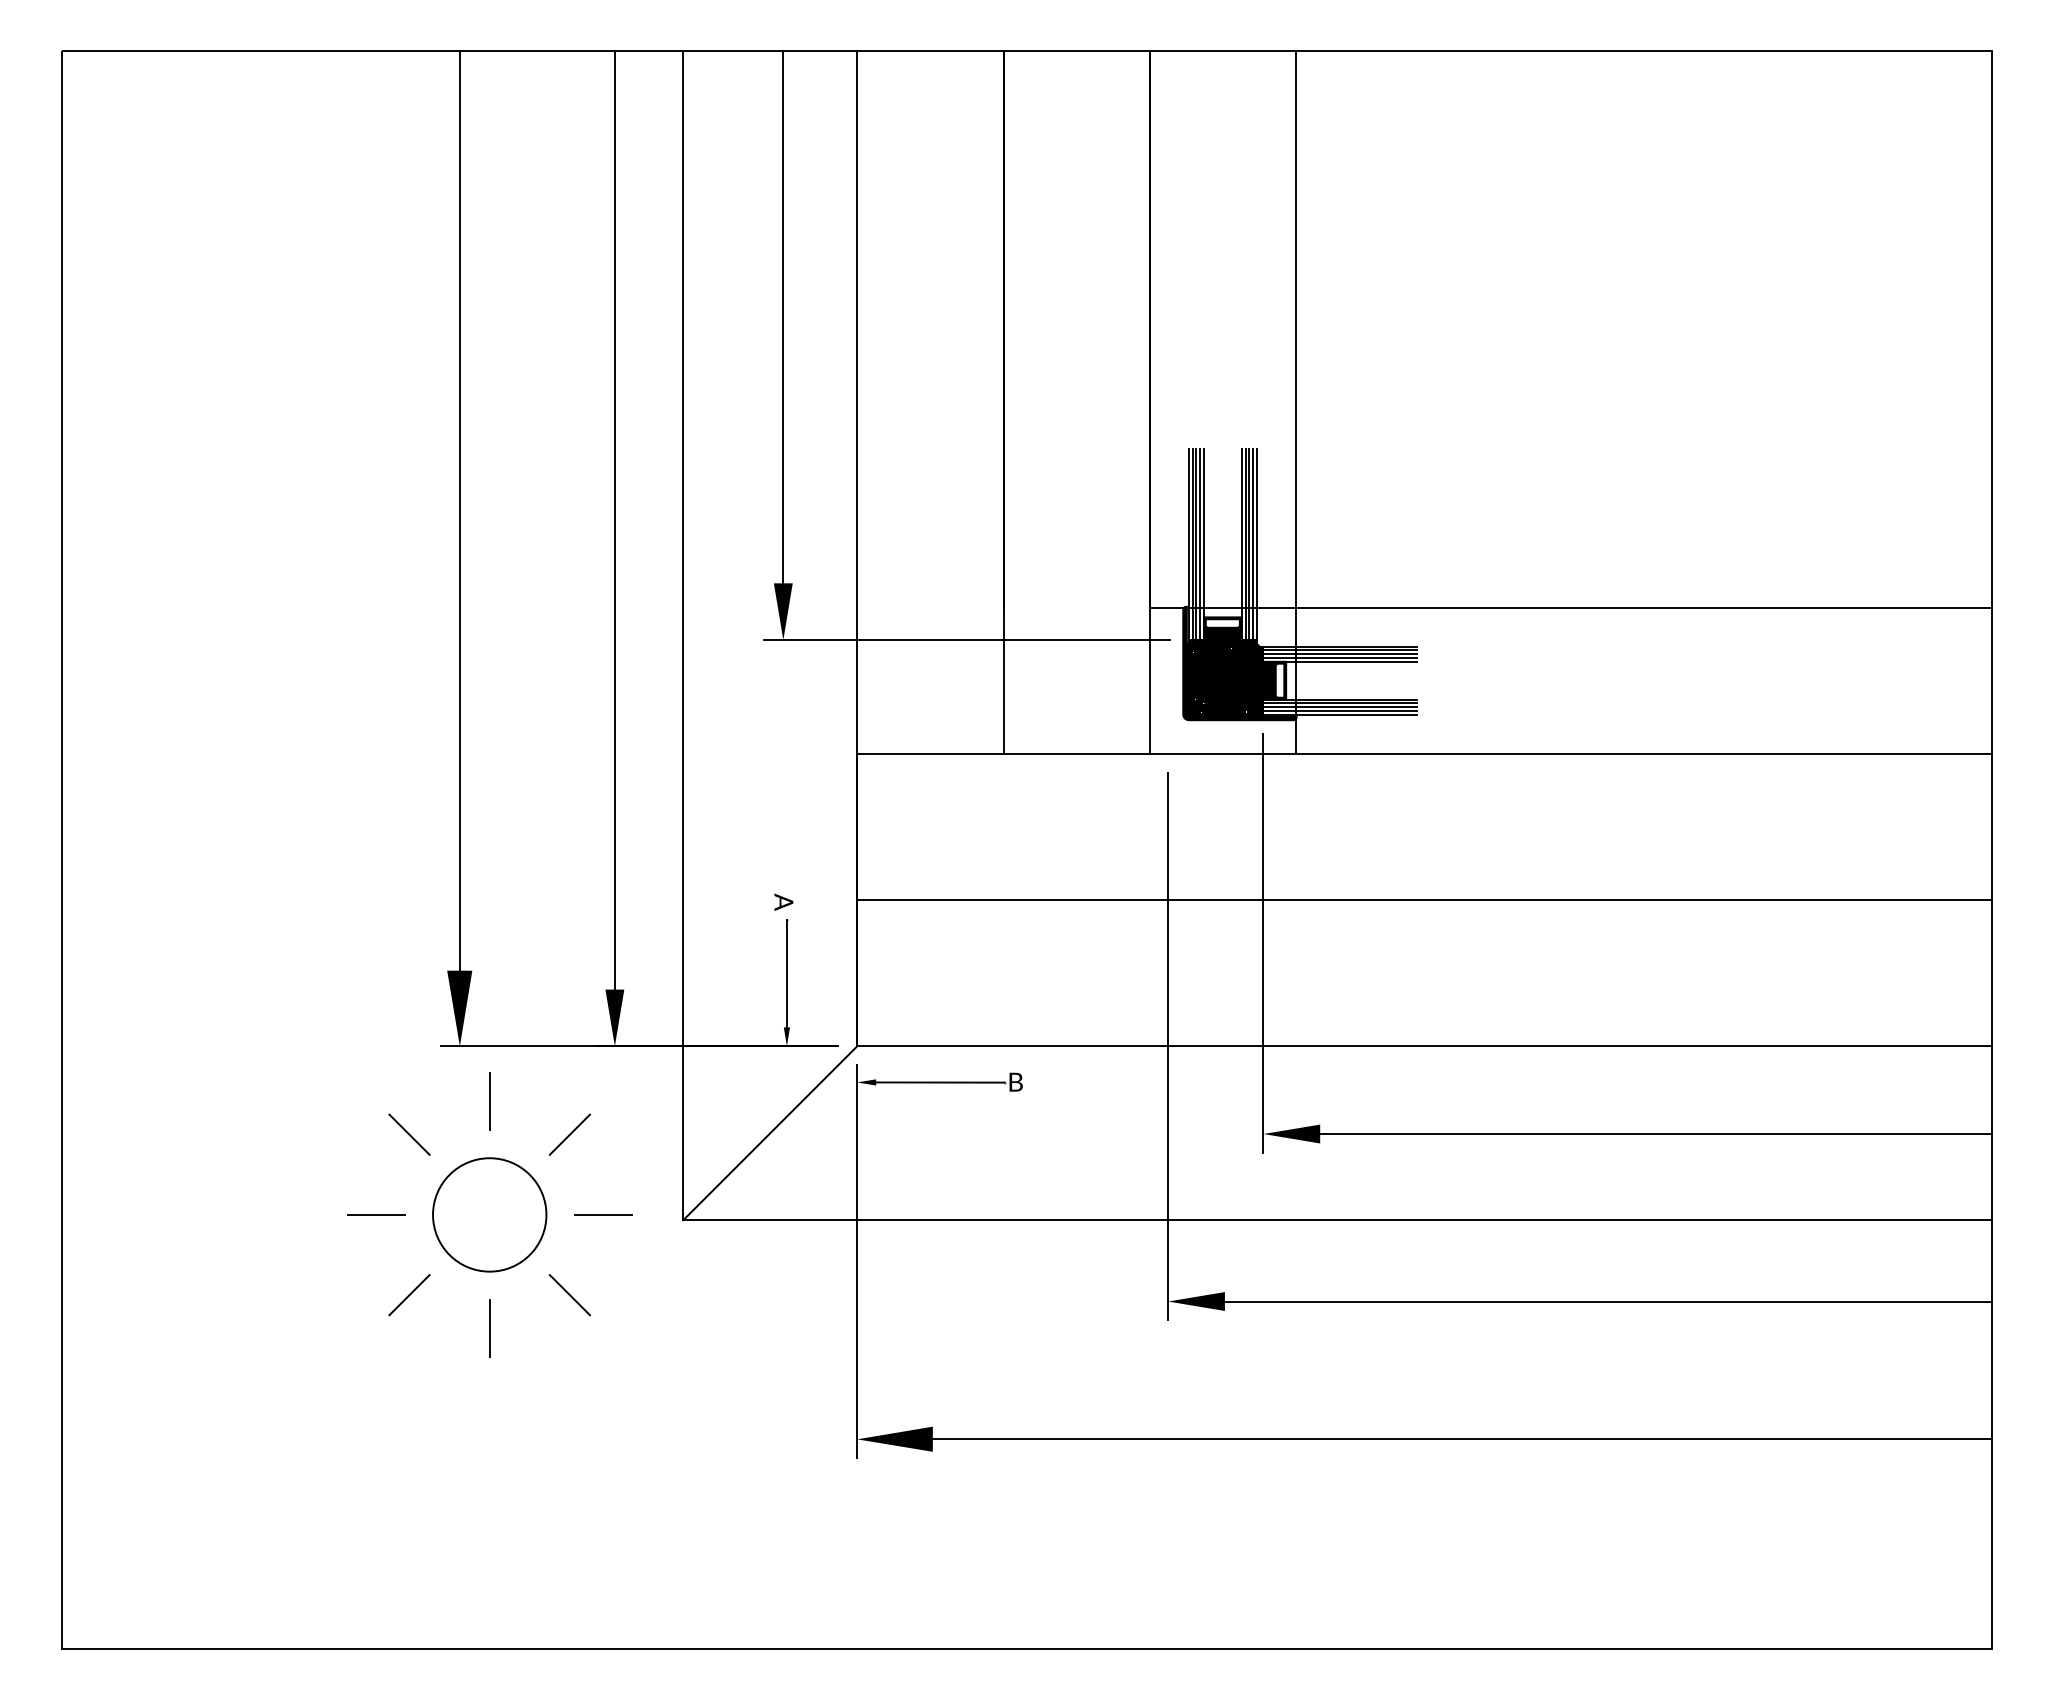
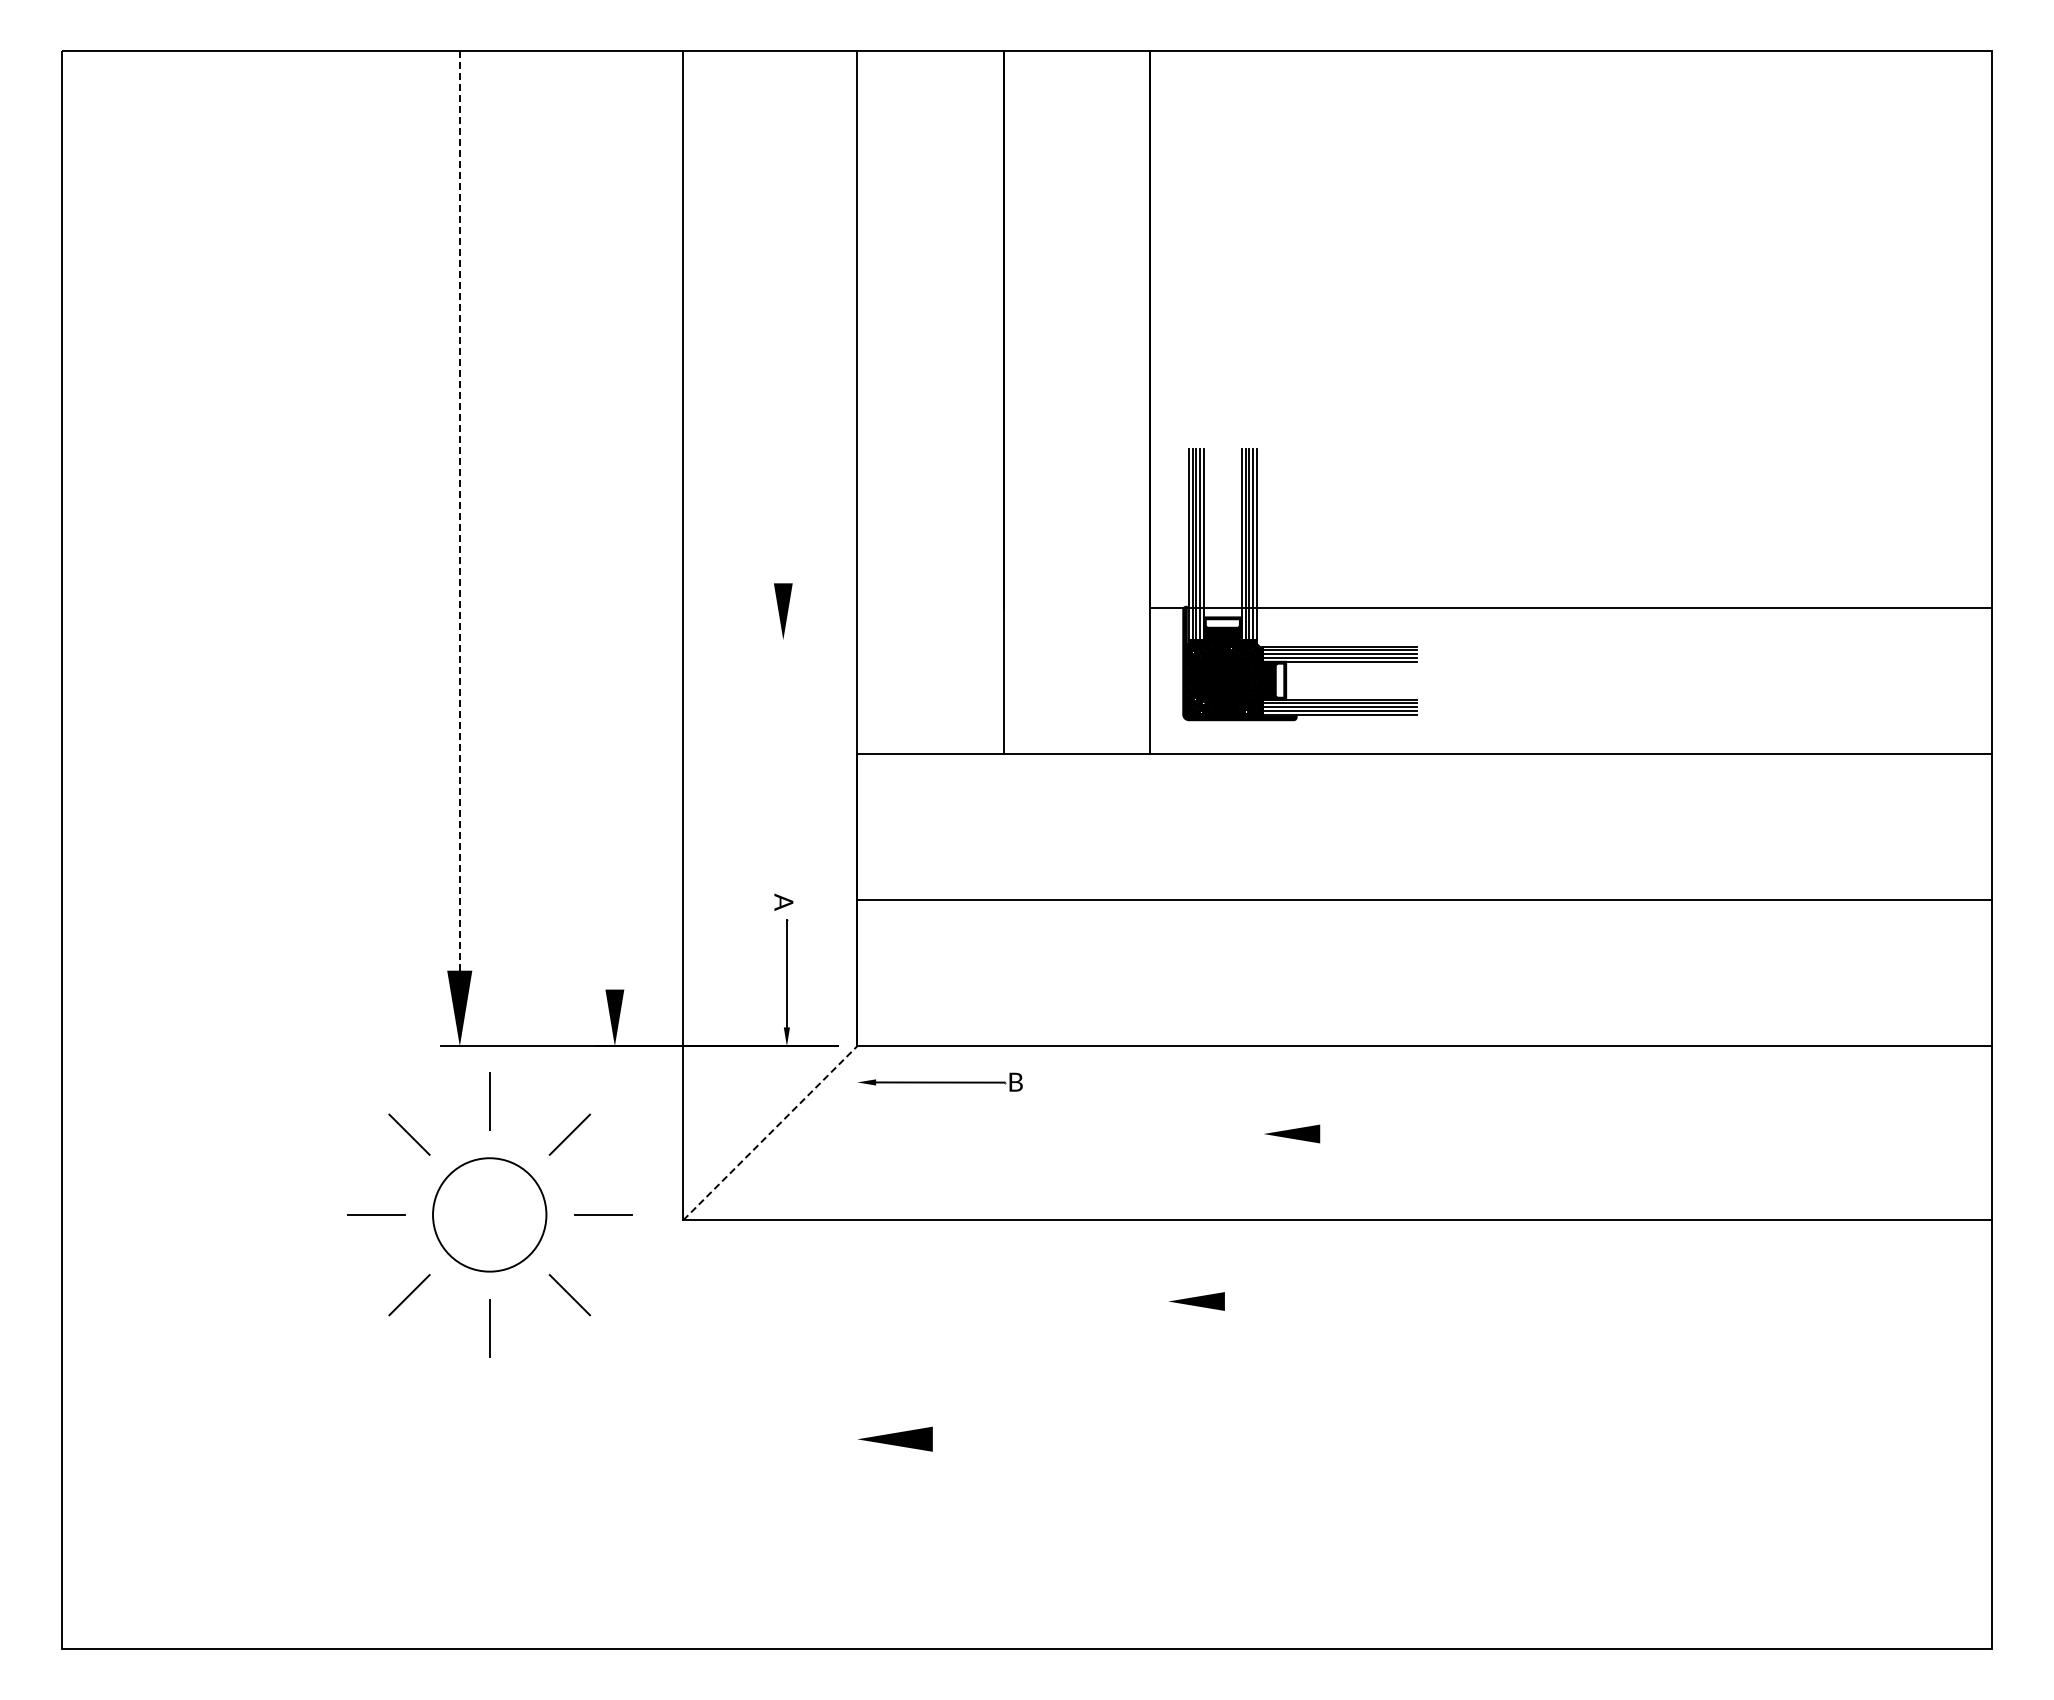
line at (783, 317): present -> none
line at (1296, 402): present -> none
line at (459, 510): solid -> dashed
line at (614, 520): present -> none
line at (966, 640): present -> none
line at (1263, 942): present -> none
line at (1168, 1046): present -> none
line at (770, 1133): solid -> dashed
line at (1656, 1134): present -> none
line at (857, 1261): present -> none
line at (1608, 1301): present -> none
line at (1462, 1439): present -> none
